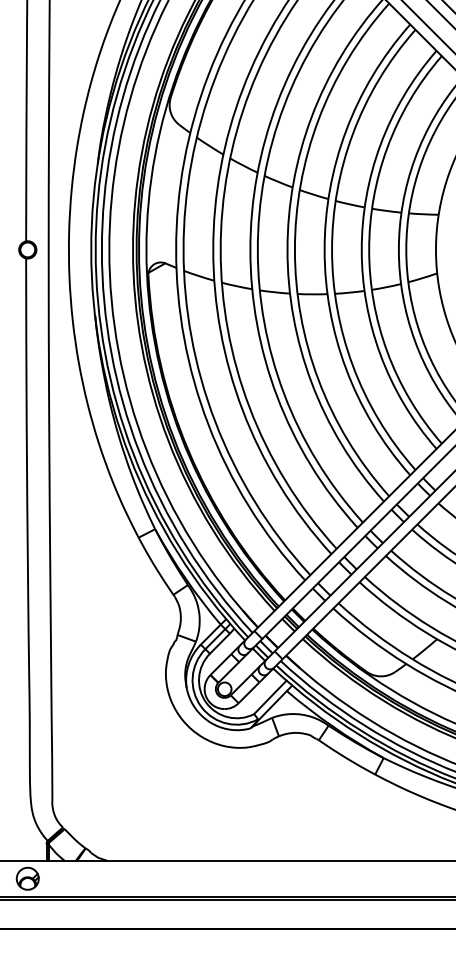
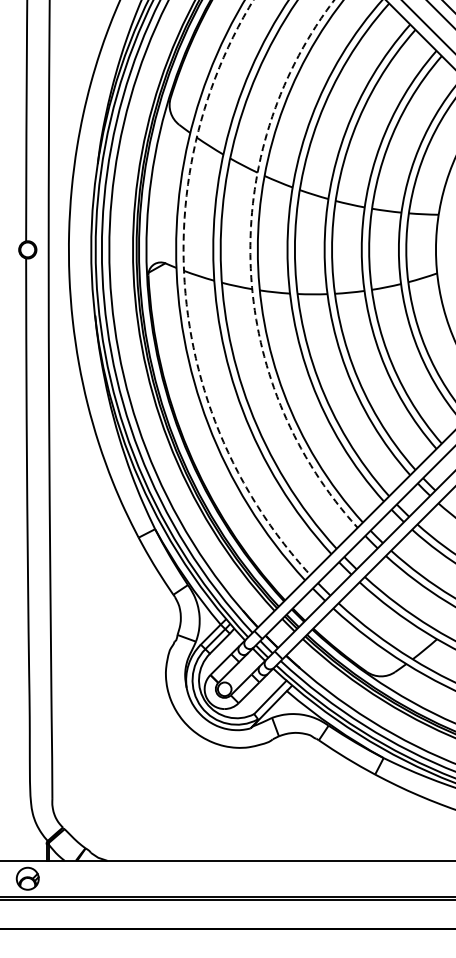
arc at (250, 268): solid -> dashed
arc at (186, 300): solid -> dashed
